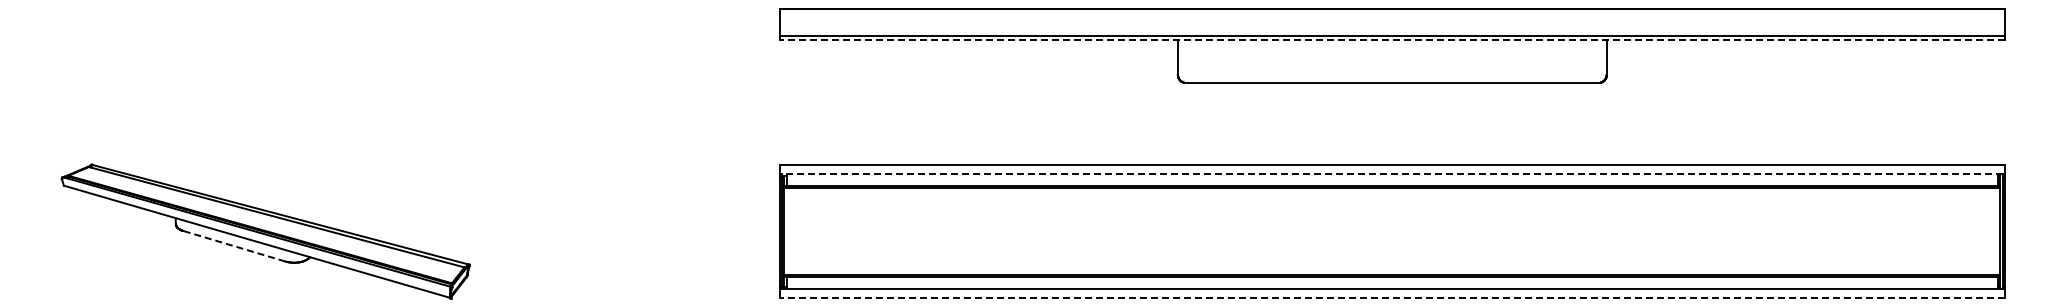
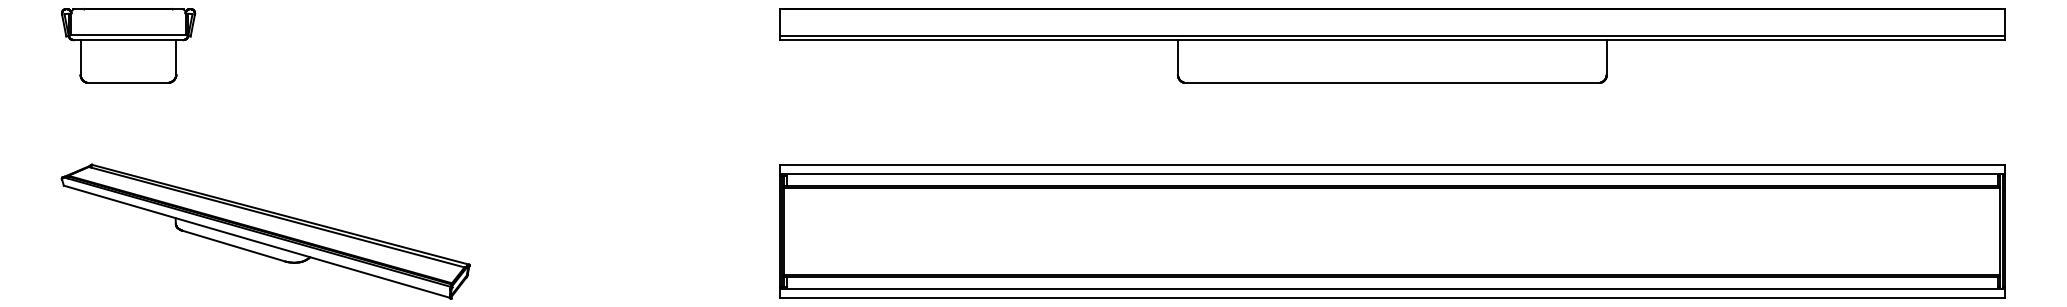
line at (1392, 40): dashed -> solid
part at (128, 45): none -> present
line at (1391, 174): dashed -> solid
line at (233, 246): dashed -> solid
line at (1392, 297): dashed -> solid
